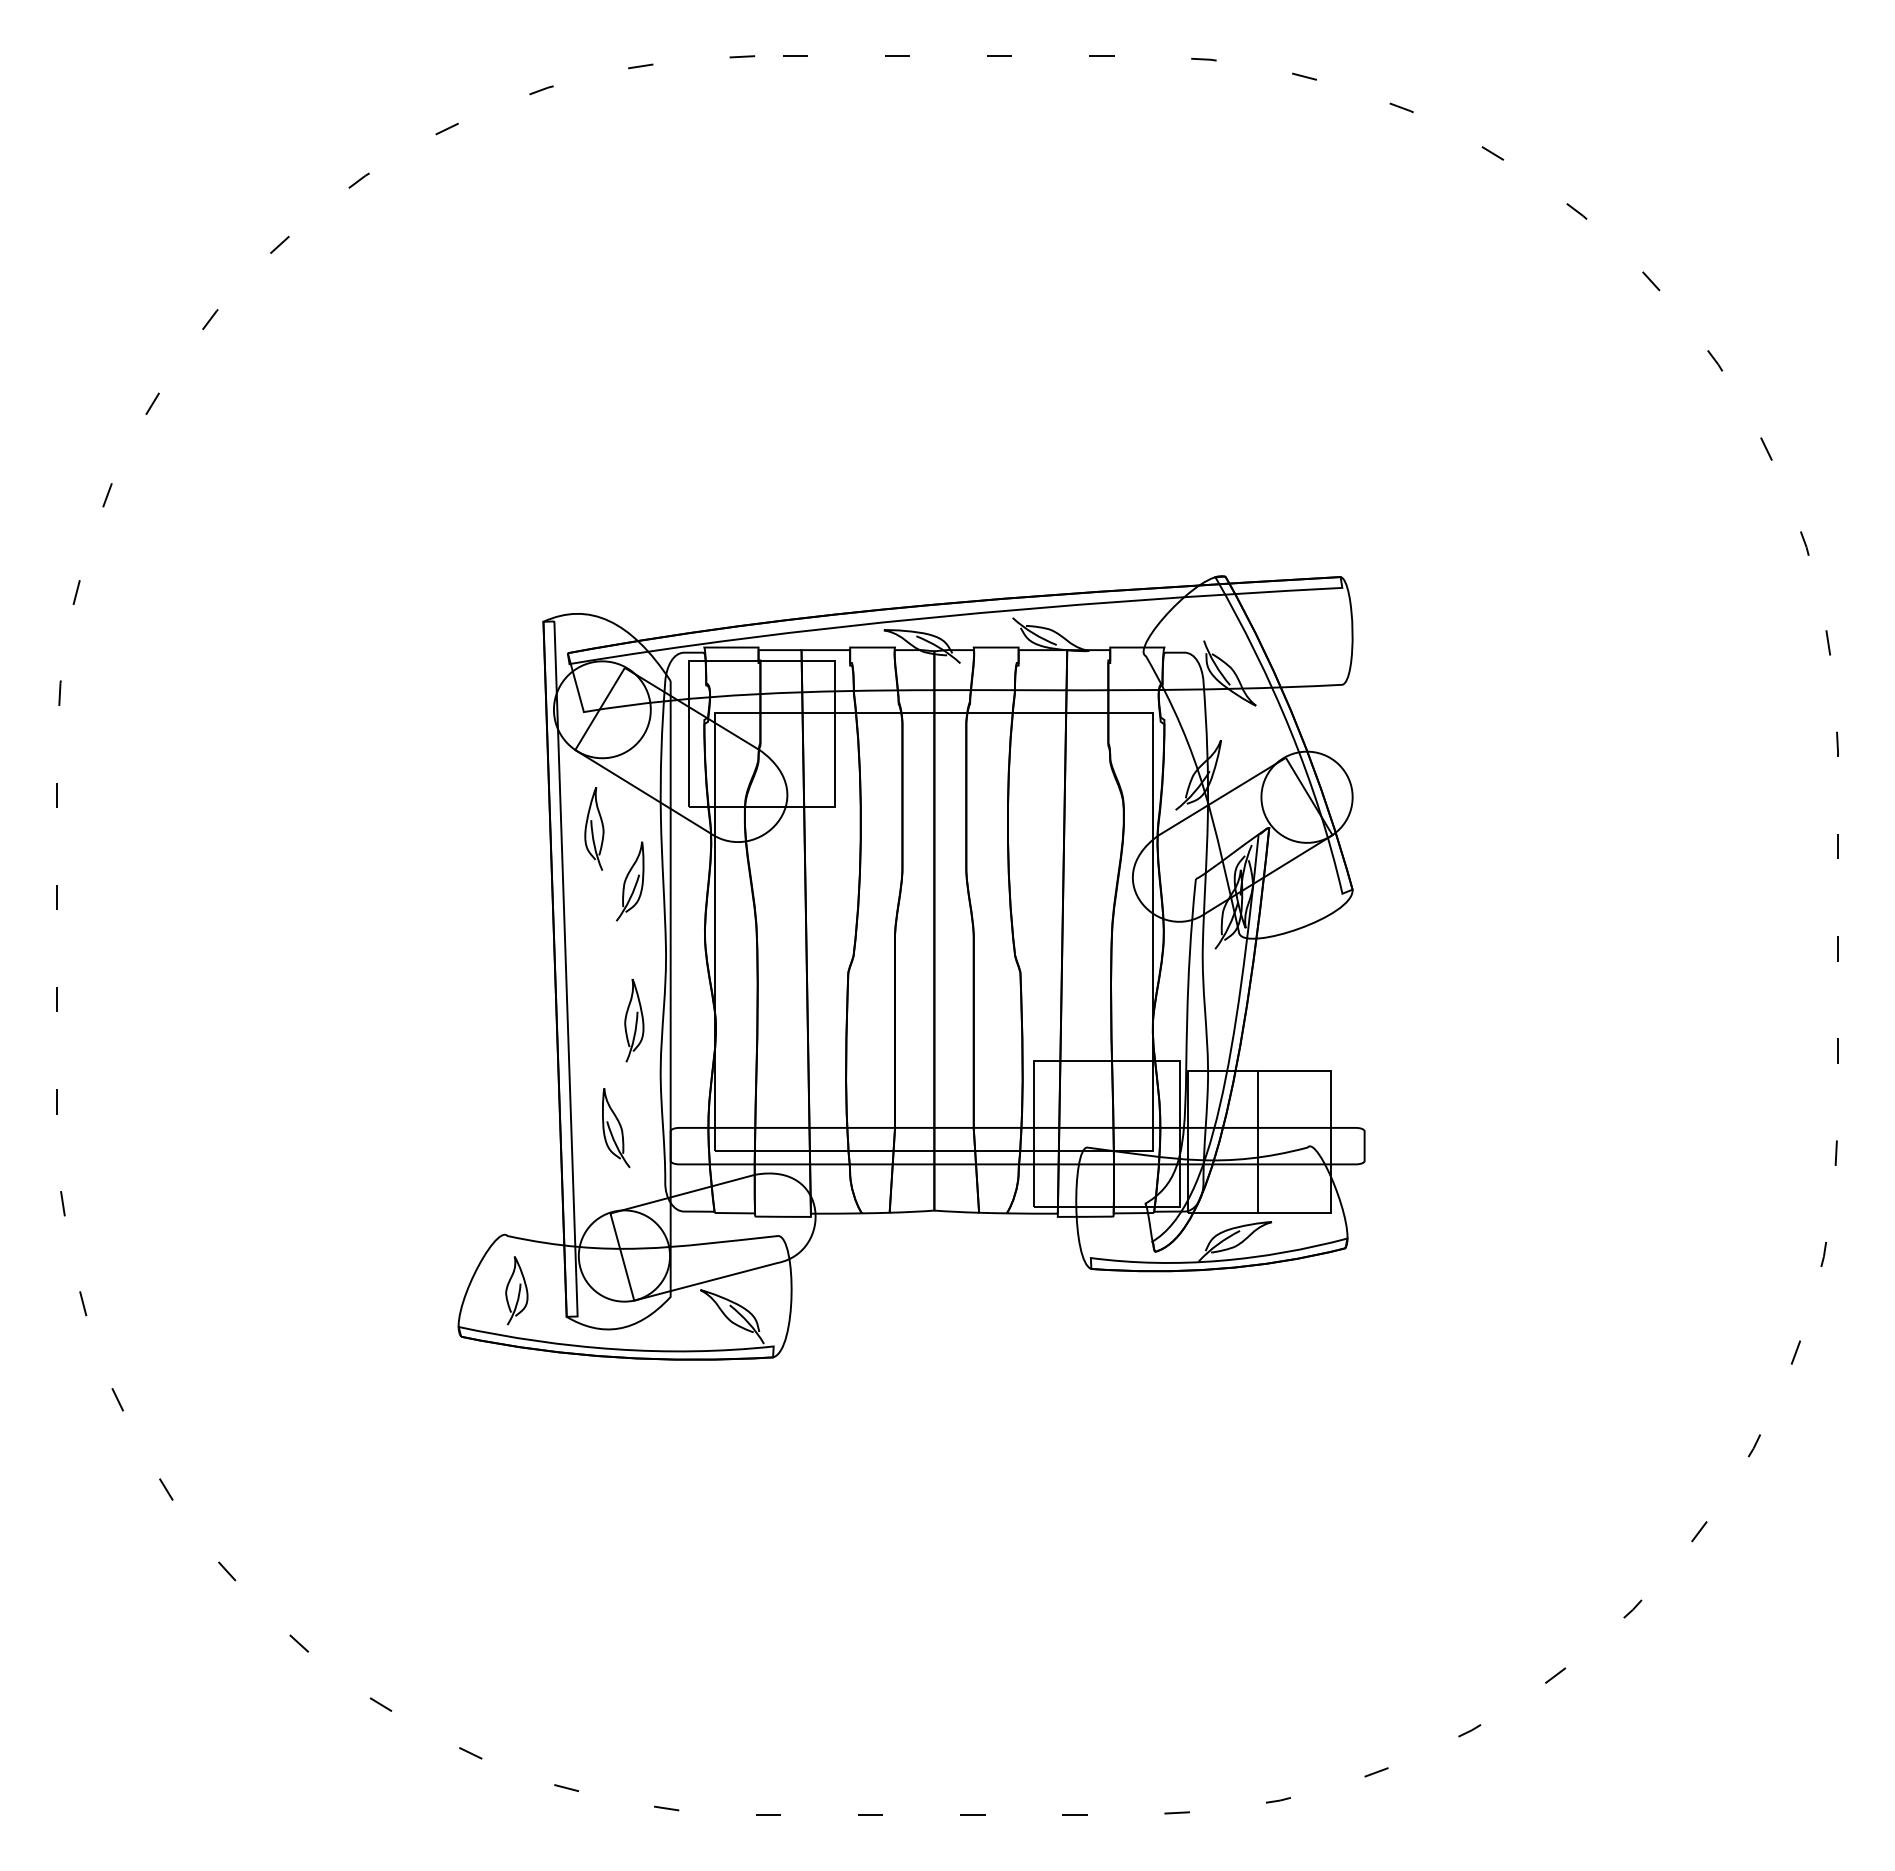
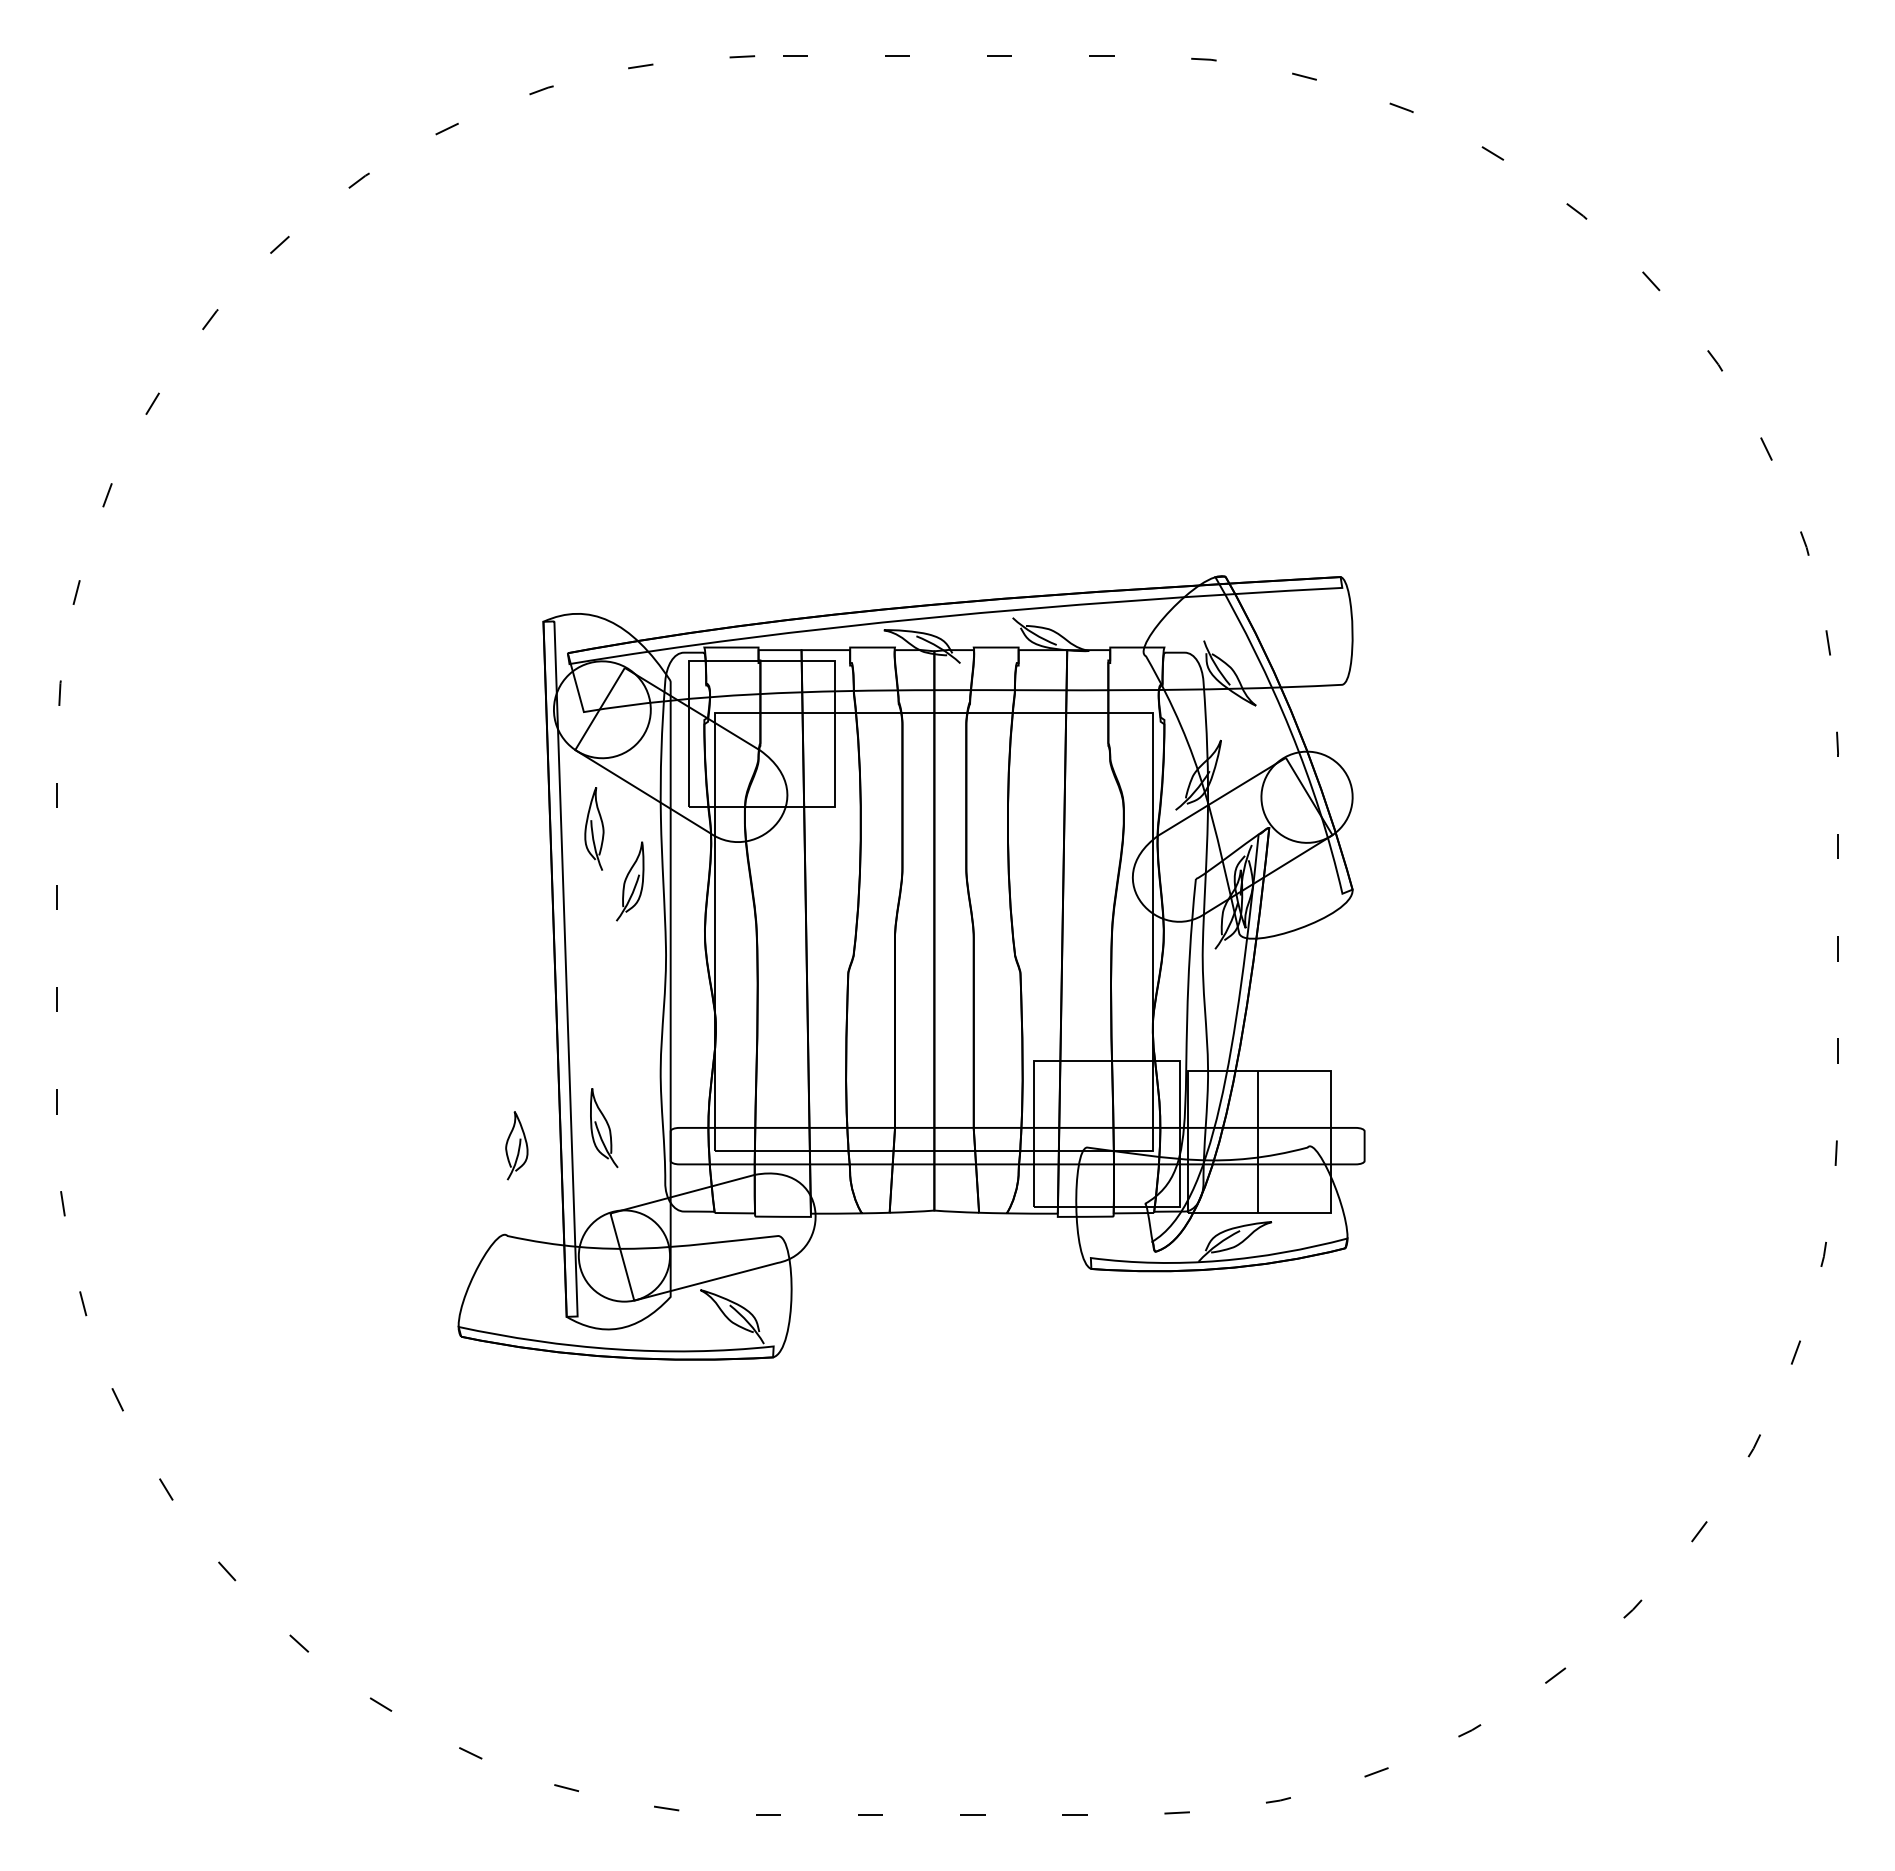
part at (634, 1020): present -> none
part at (616, 1128) position: (616, 1128) -> (604, 1128)
part at (516, 1290) position: (516, 1290) -> (516, 1145)
